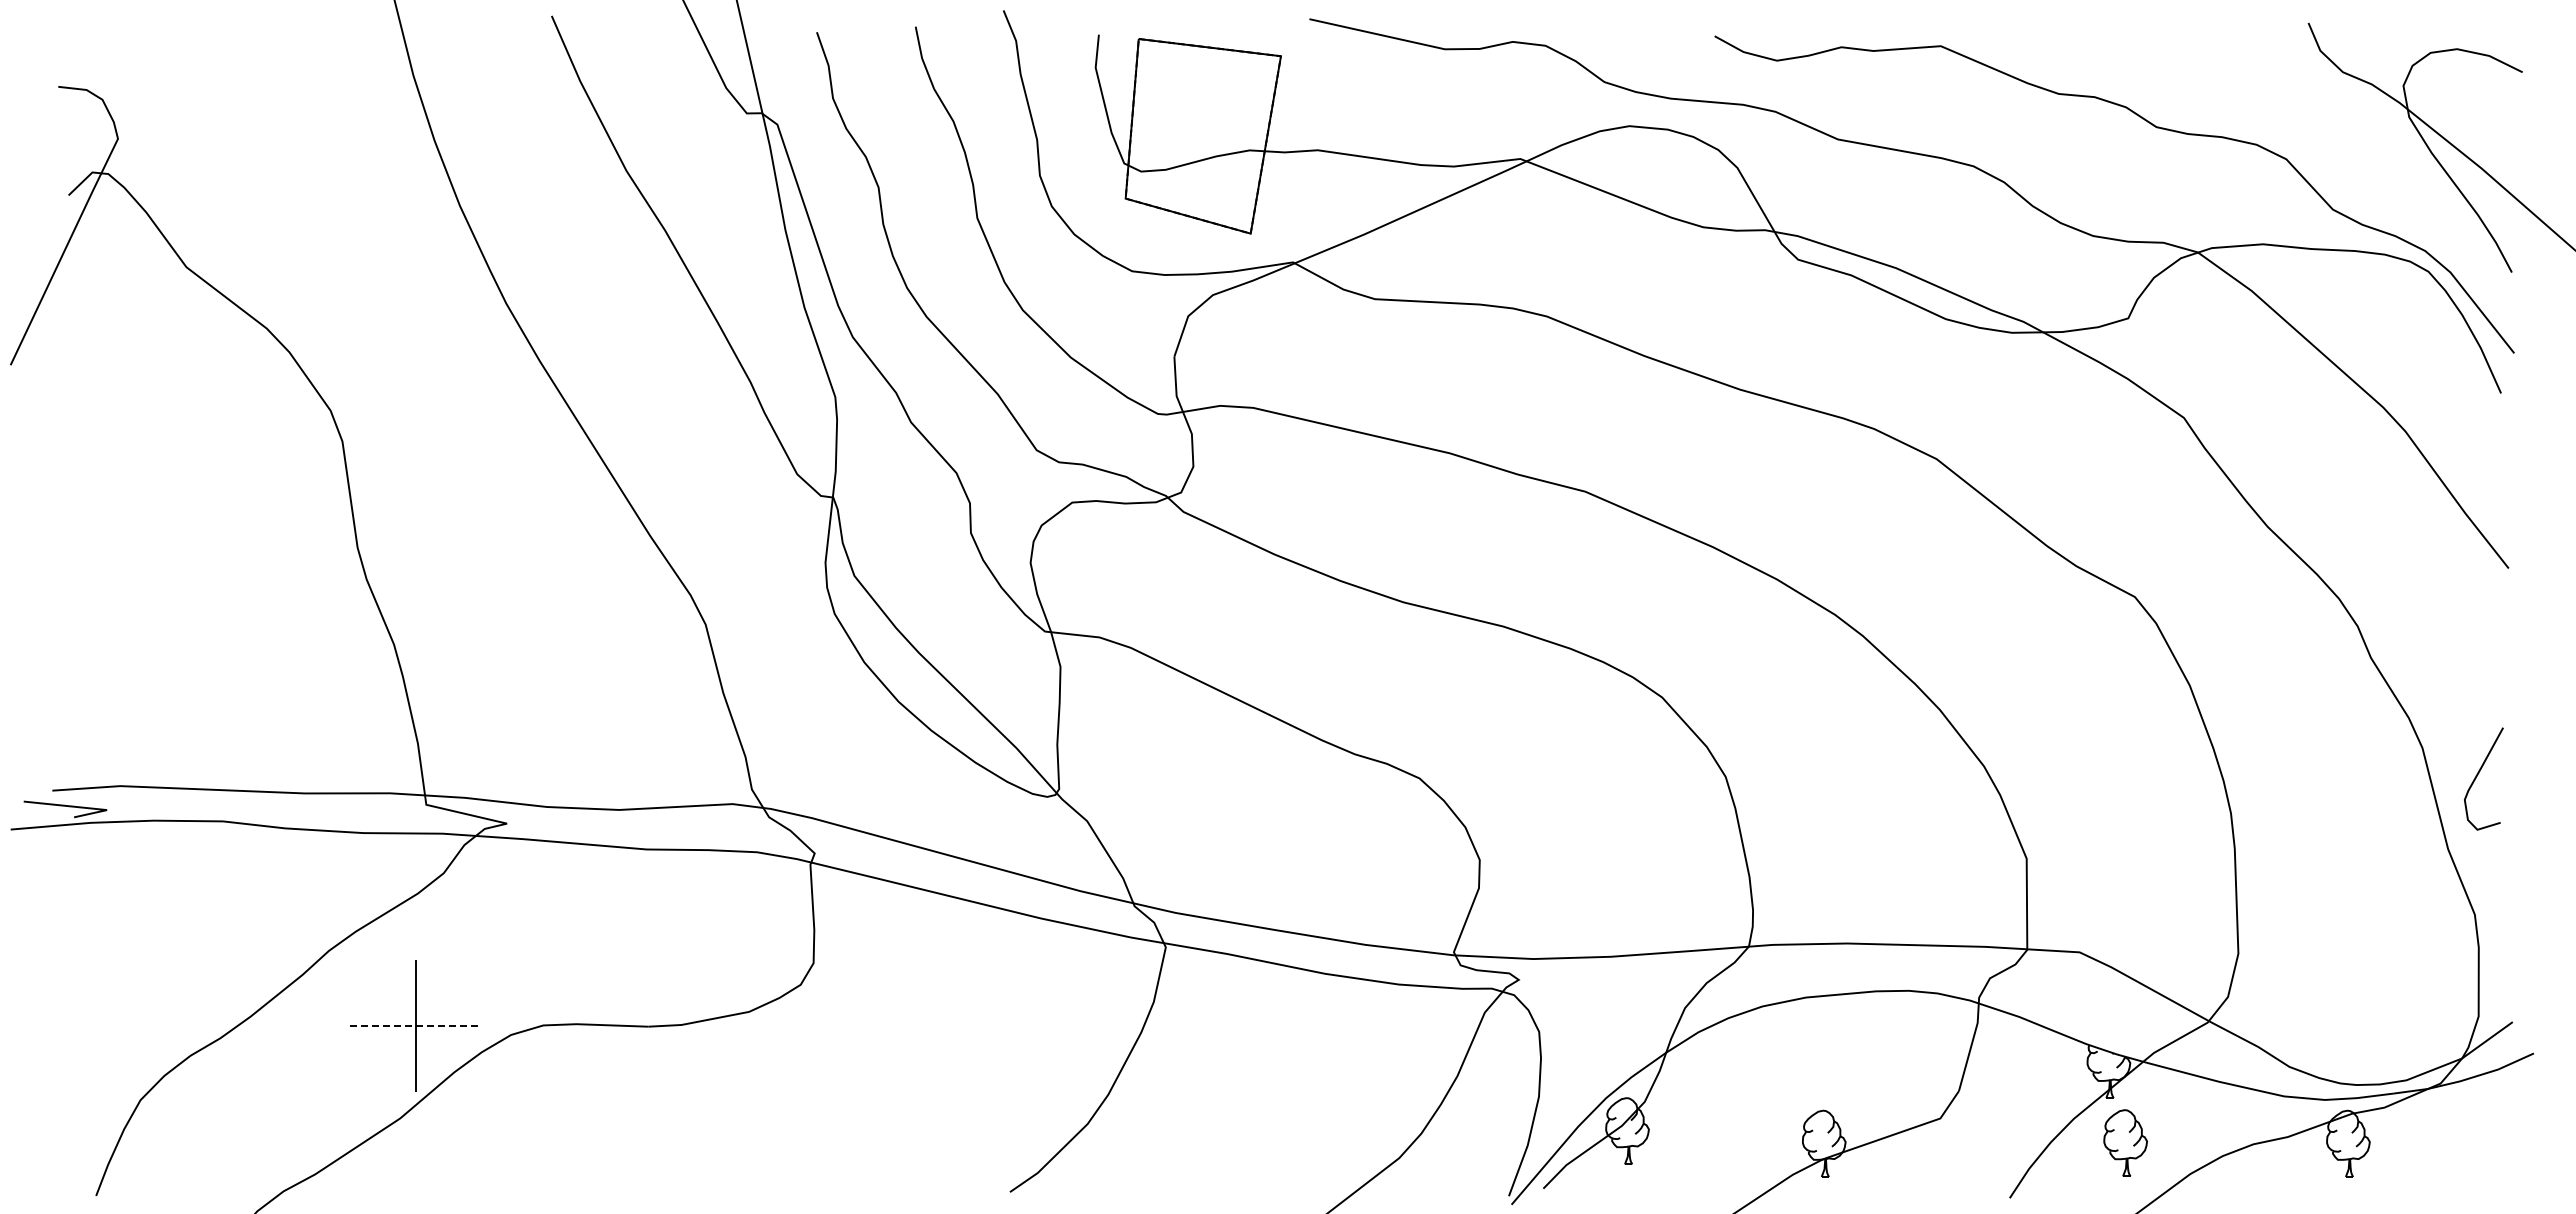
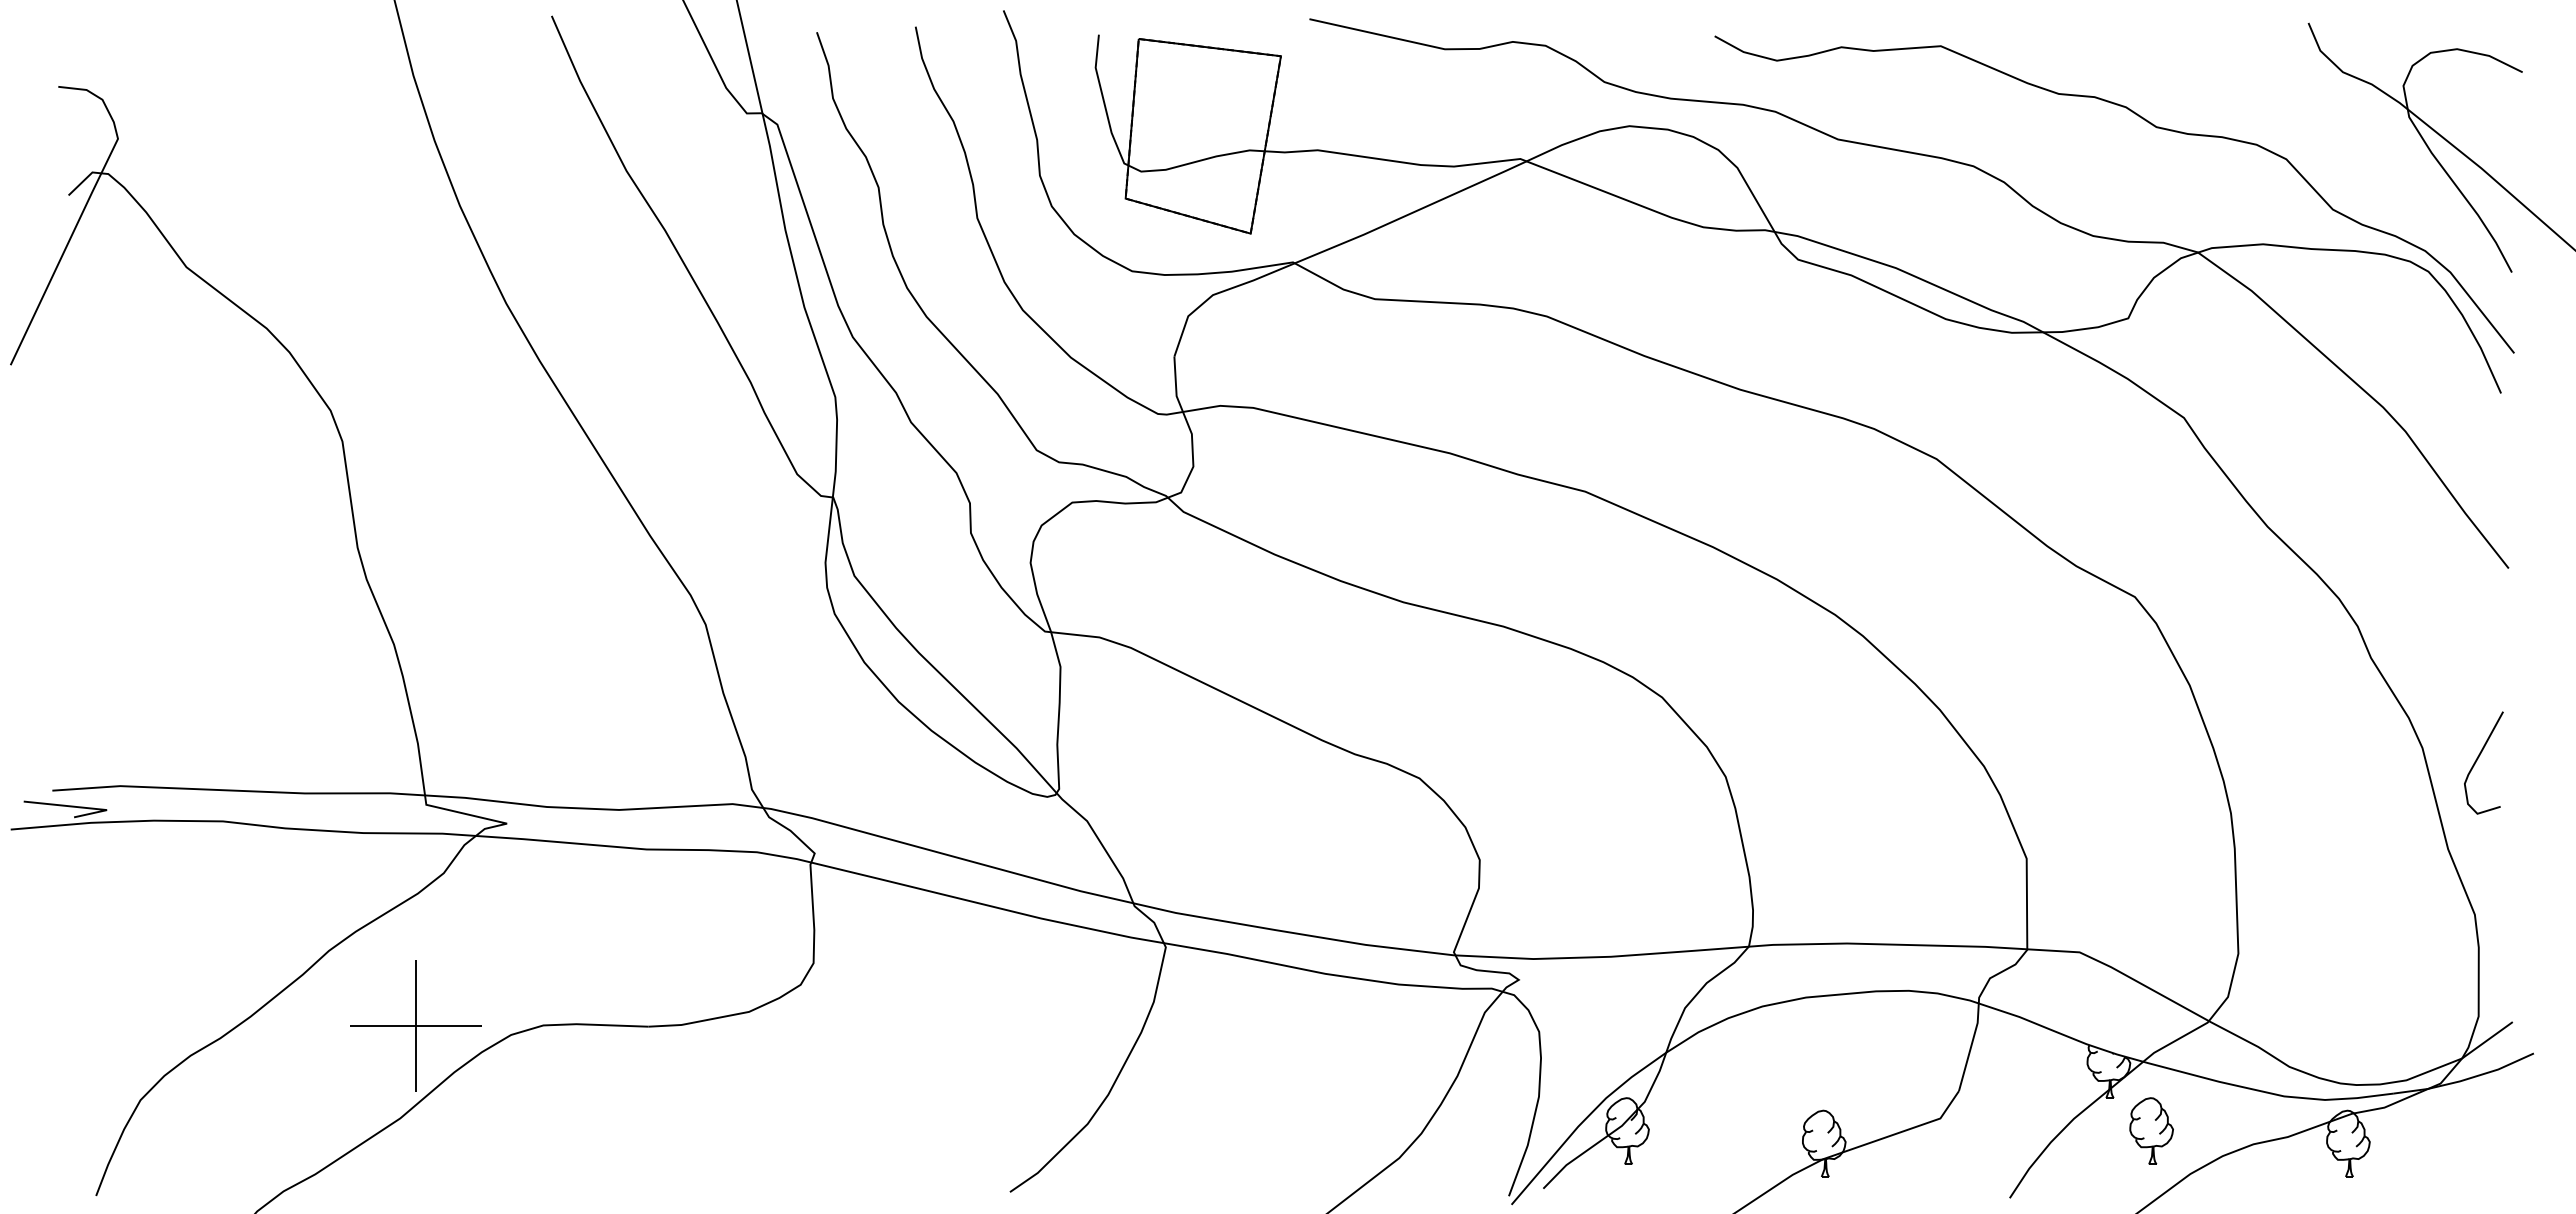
curve at (2477, 776) position: (2477, 776) -> (2477, 760)
line at (416, 1026): dashed -> solid
part at (2125, 1142) position: (2125, 1142) -> (2151, 1130)
